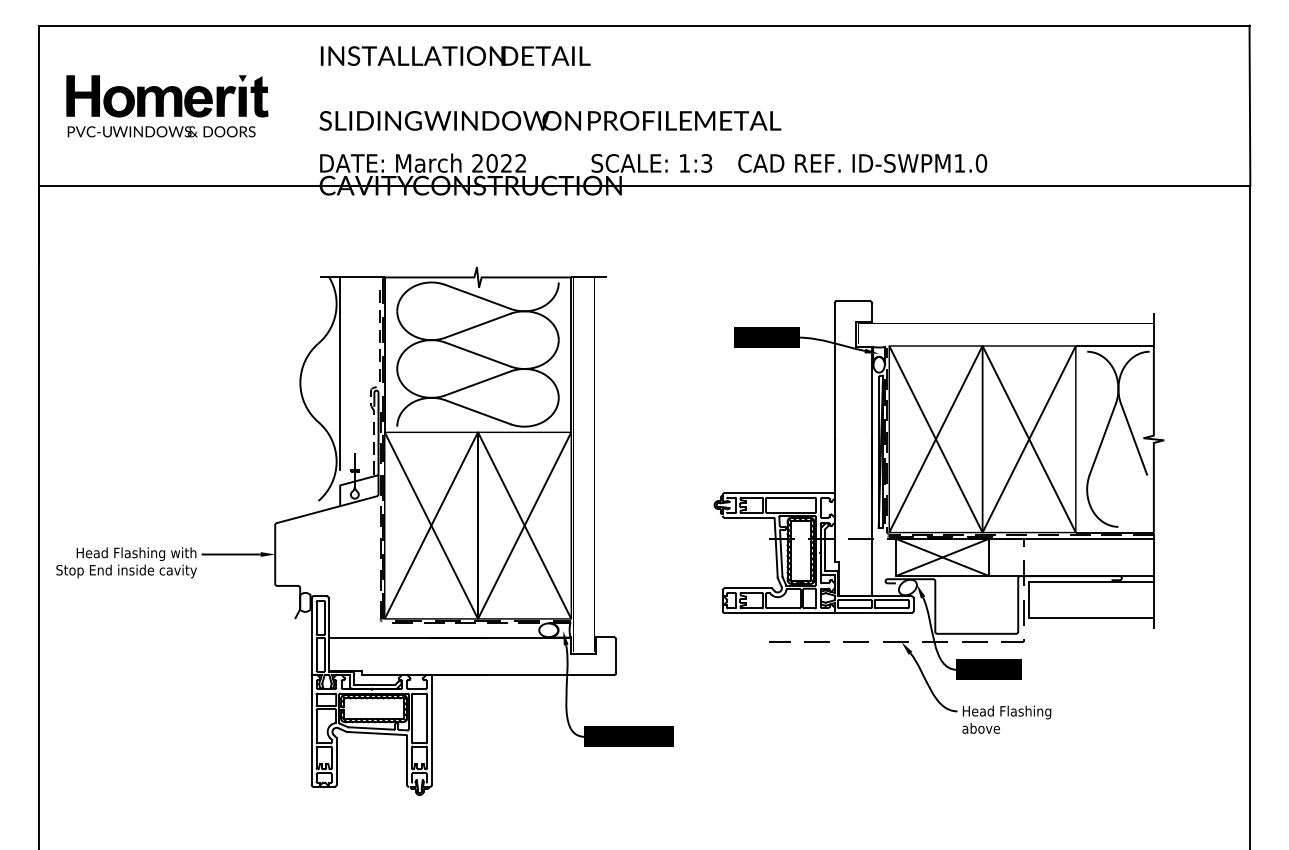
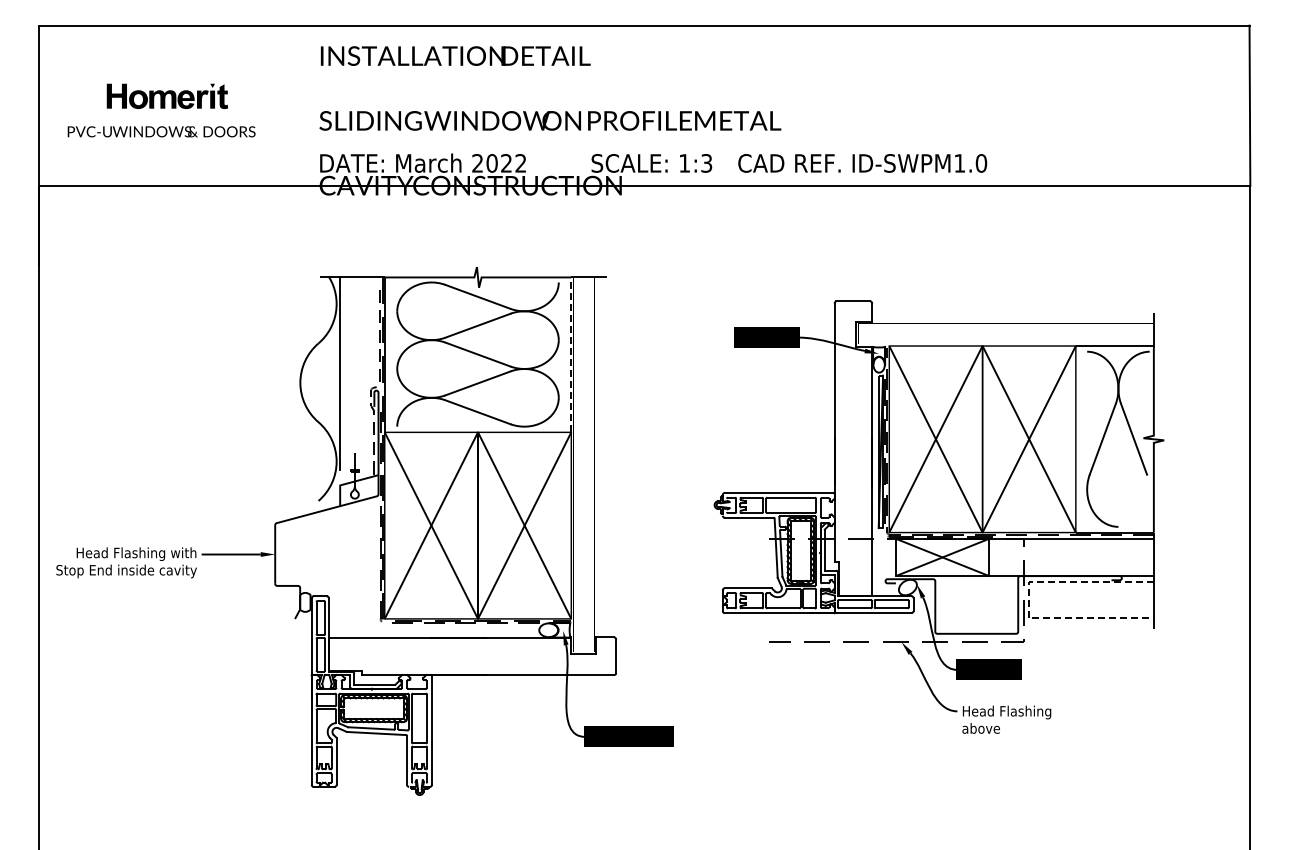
part at (167, 96) size: 203x43 px -> 122x26 px
line at (571, 354): solid -> dashed
line at (1028, 600): solid -> dashed
